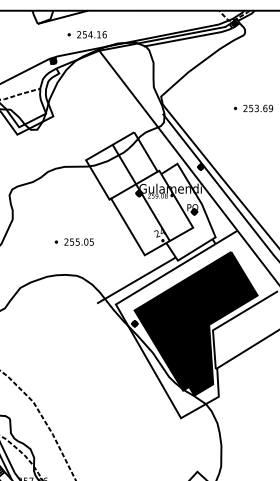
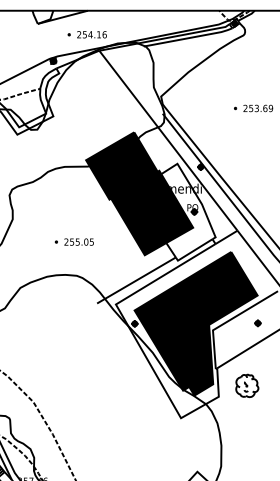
fill at (139, 193): none -> present
part at (257, 323): none -> present
part at (247, 385): none -> present
